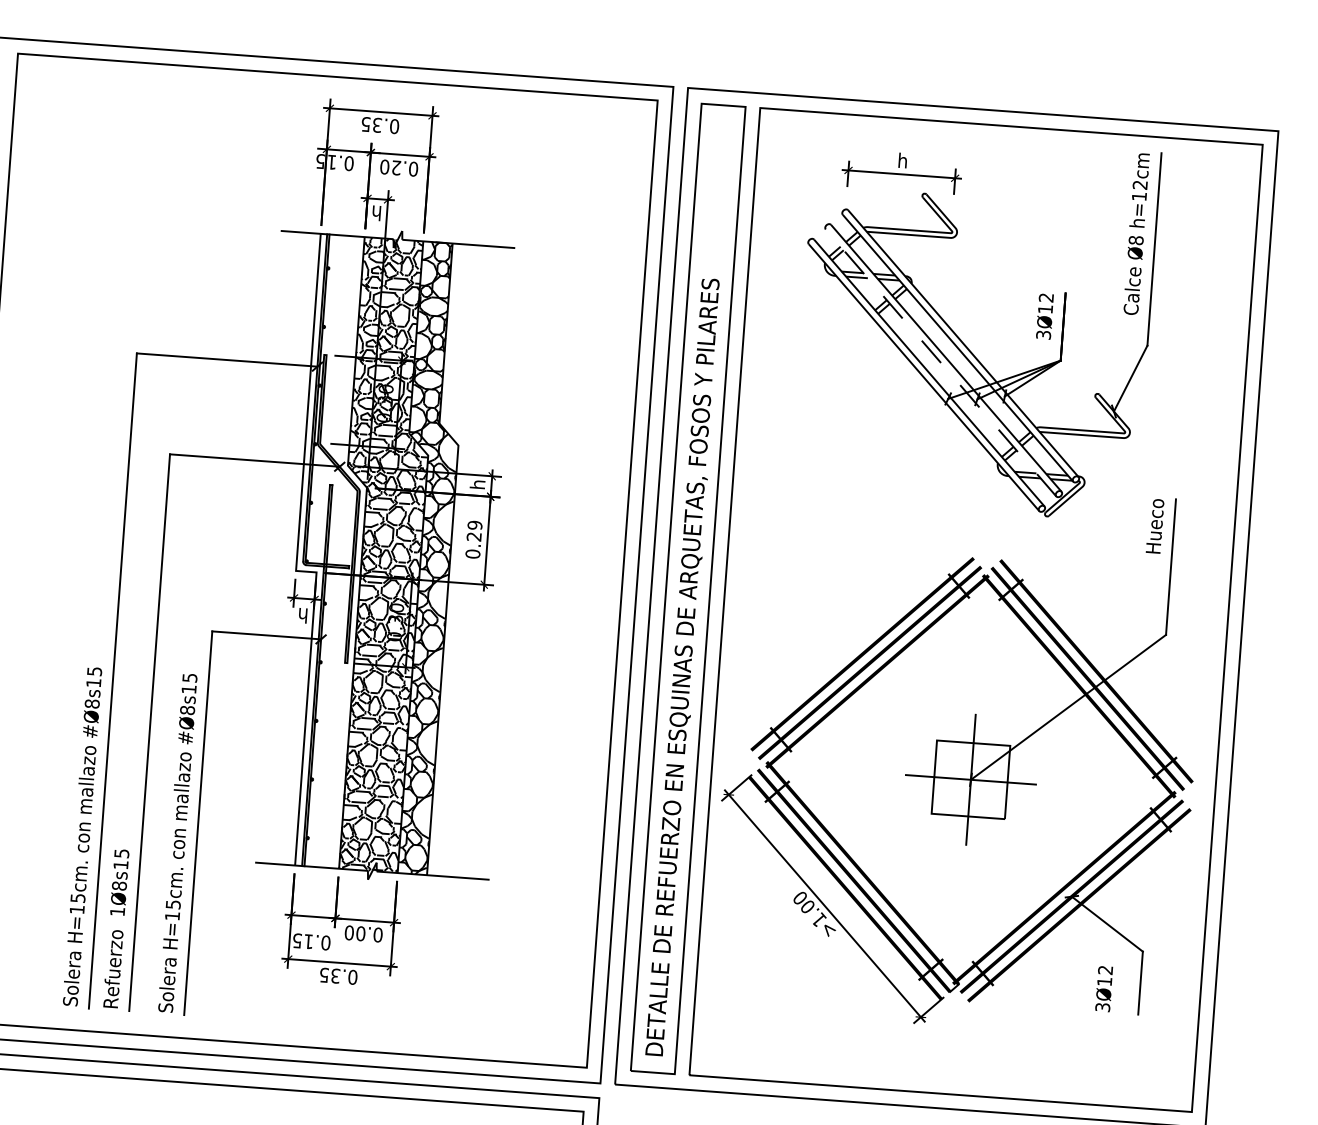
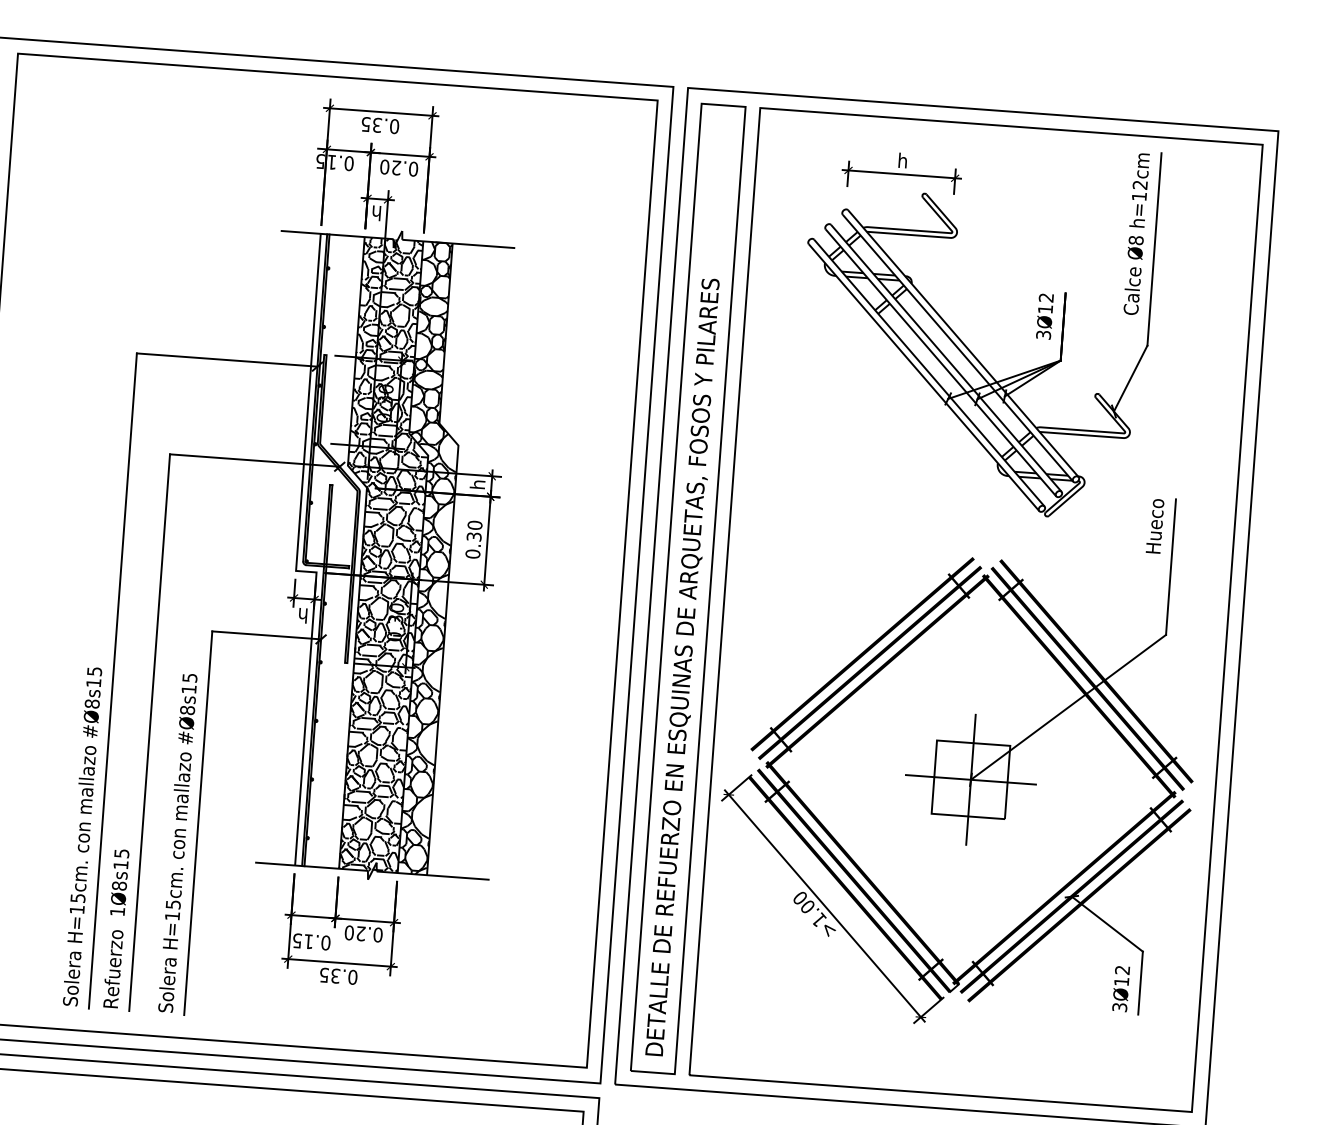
line at (940, 362): dashed -> solid
text at (474, 531): 0.29 -> 0.30
text at (360, 933): 0.00 -> 0.20
text at (1104, 989) position: (1104, 989) -> (1121, 989)
